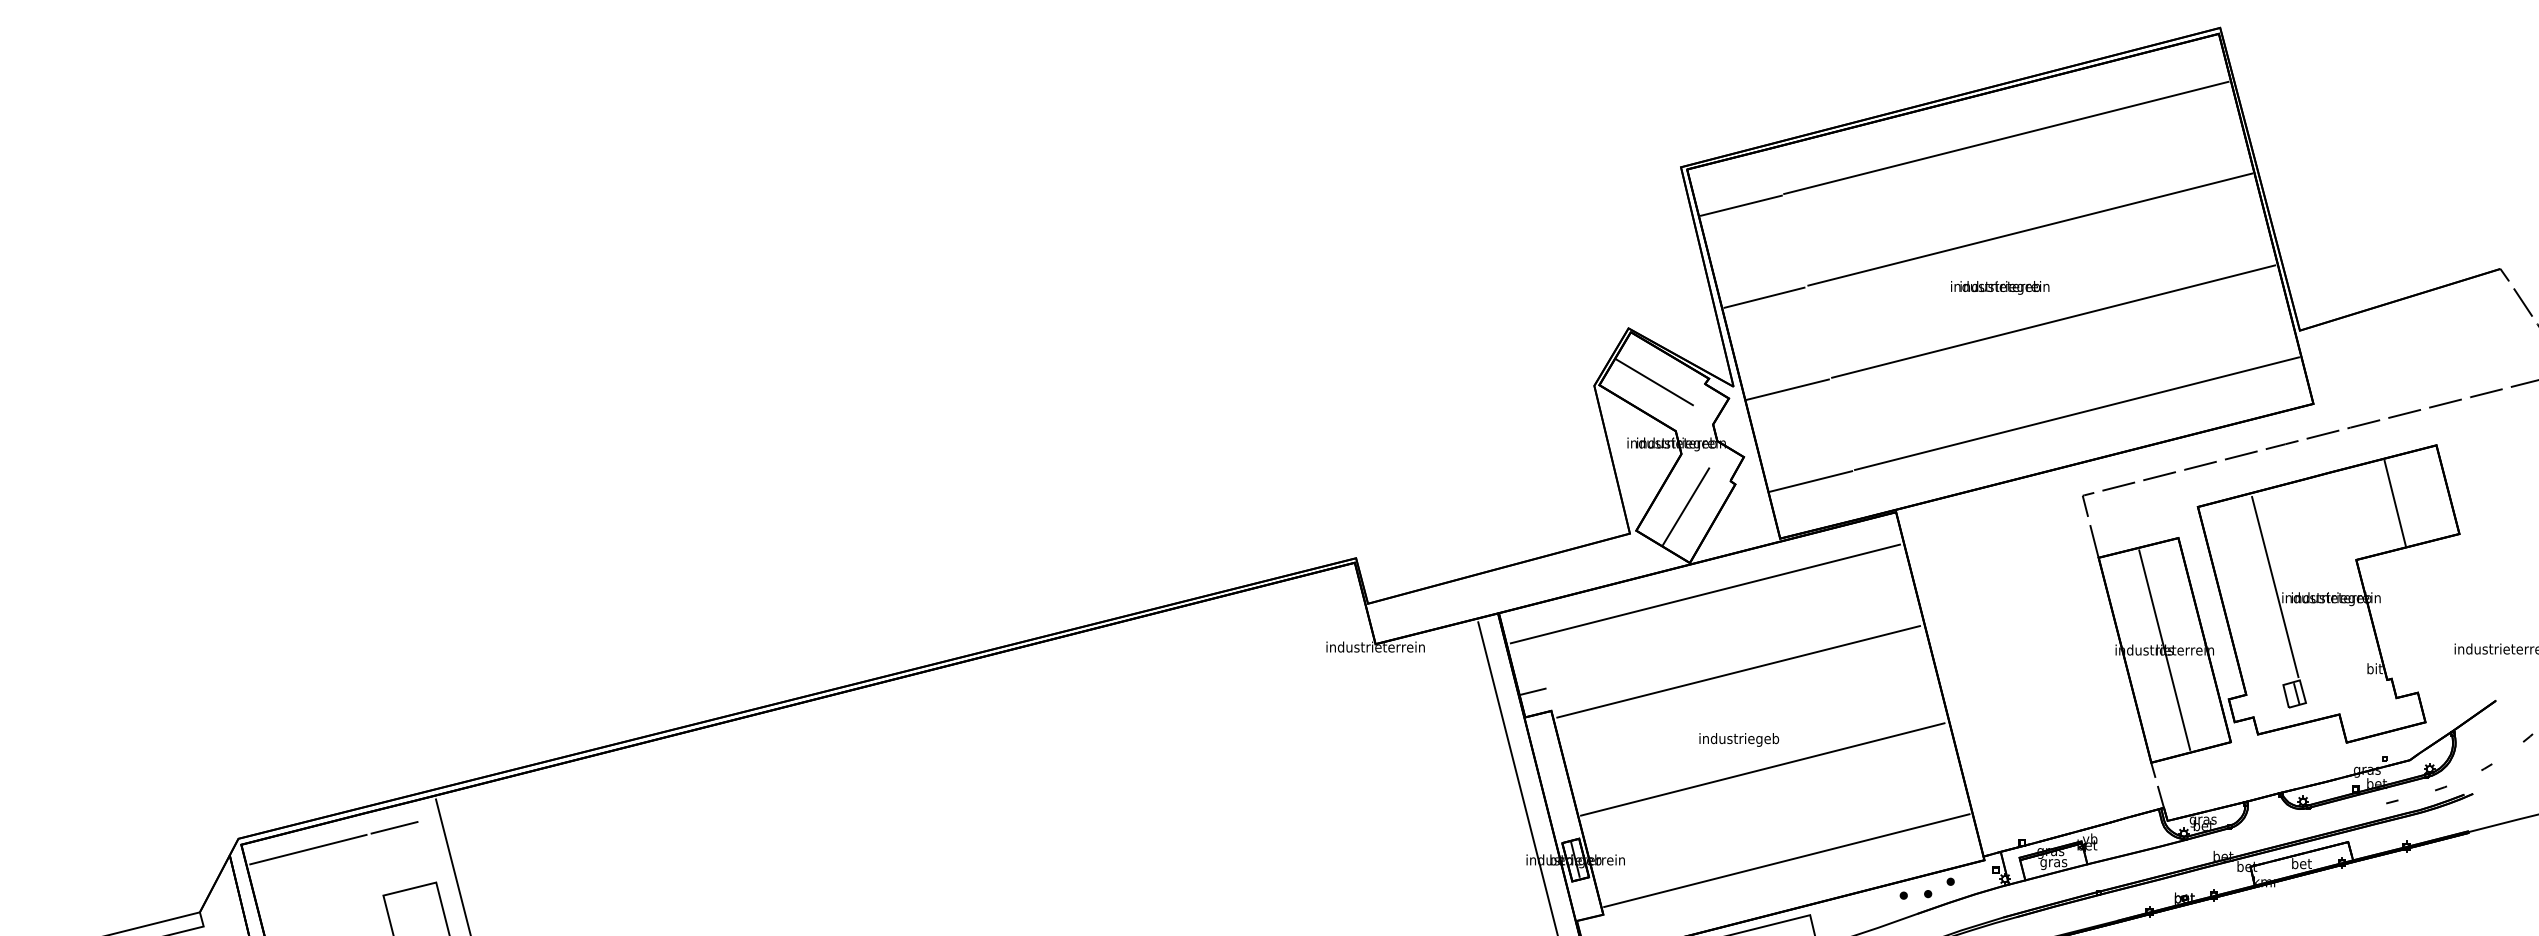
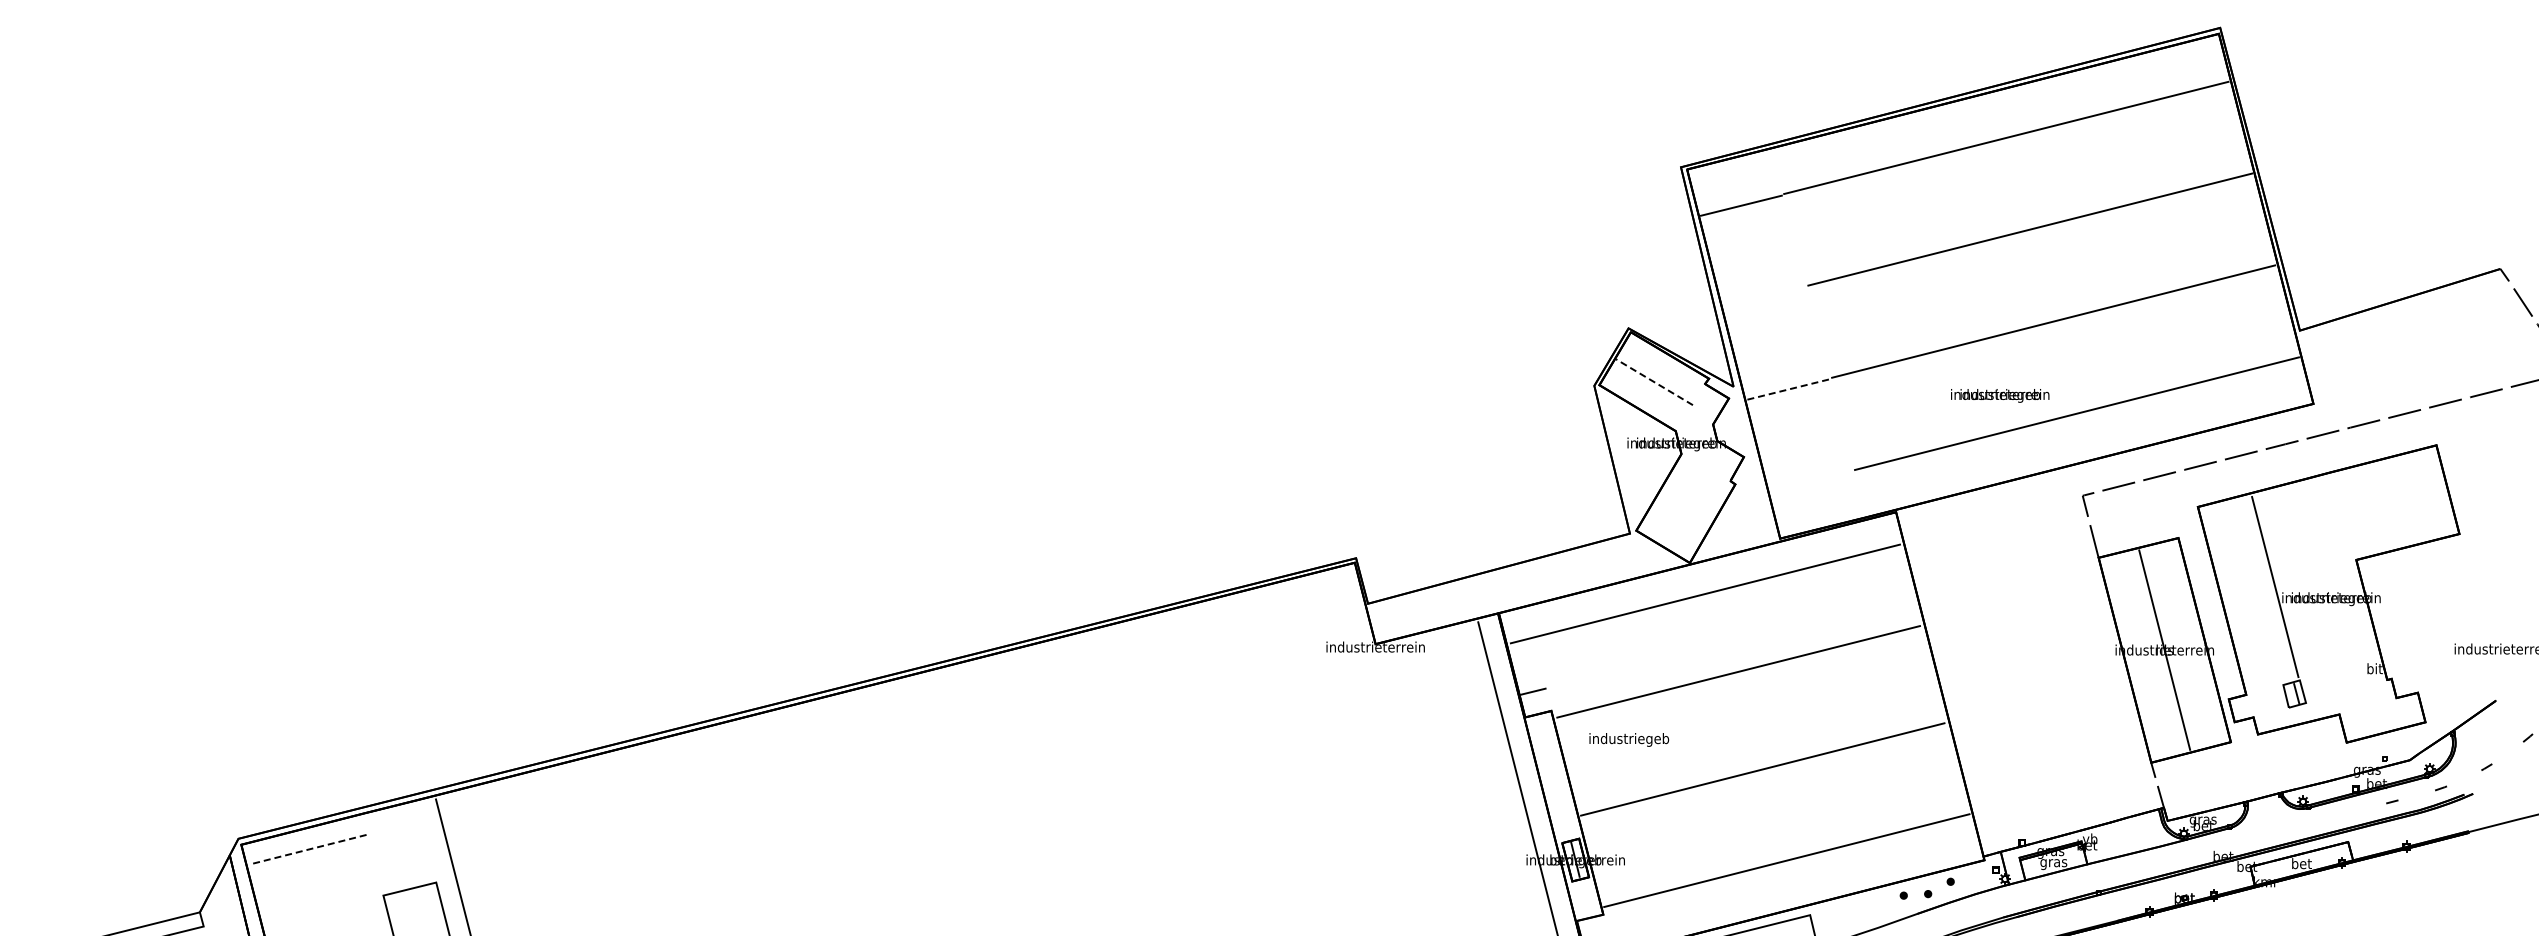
text at (2000, 287) position: (2000, 287) -> (2000, 395)
line at (1764, 297): present -> none
line at (1654, 382): solid -> dashed
line at (1787, 389): solid -> dashed
line at (1810, 481): present -> none
line at (2394, 502): present -> none
line at (1686, 506): present -> none
text at (1739, 739) position: (1739, 739) -> (1629, 739)
line at (394, 827): present -> none
line at (308, 849): solid -> dashed
